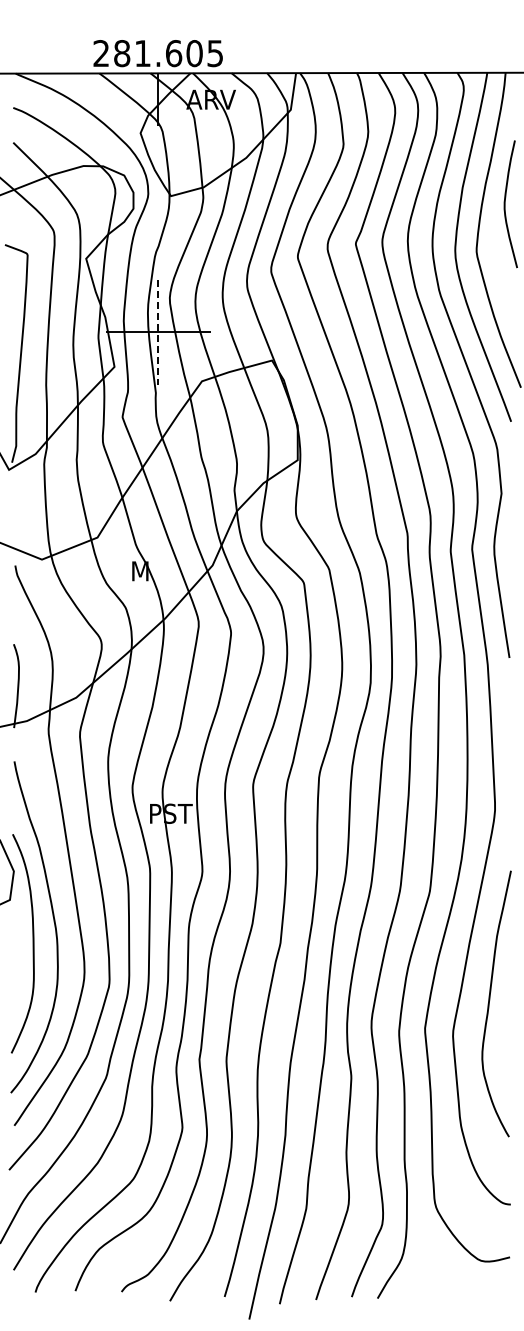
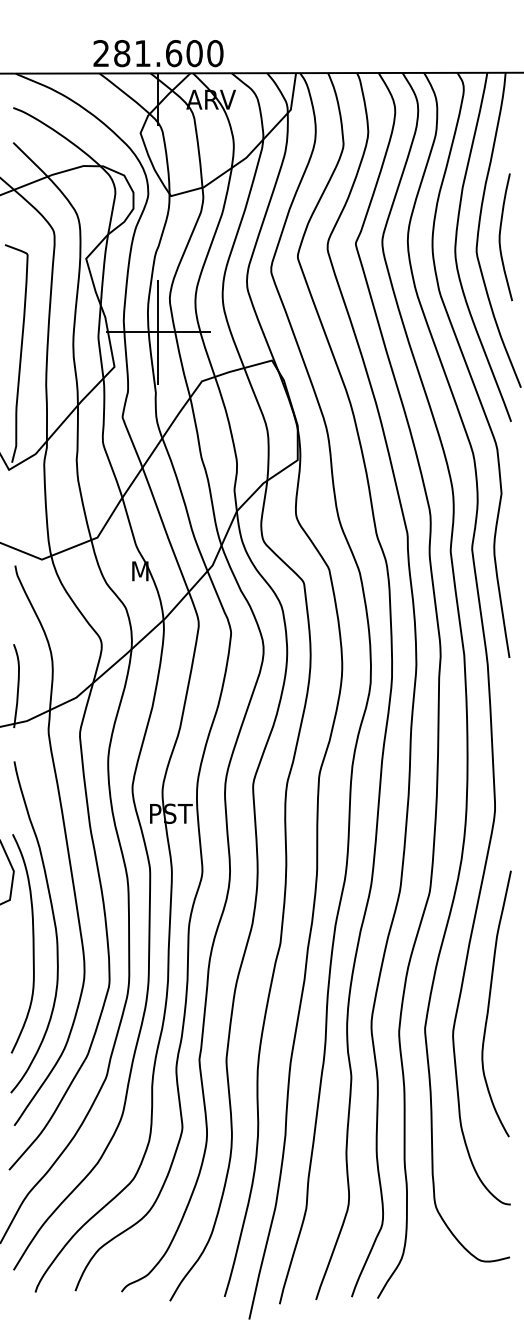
text at (215, 53): 281.605 -> 281.600
curve at (505, 204) position: (505, 204) -> (500, 237)
line at (158, 332): dashed -> solid
